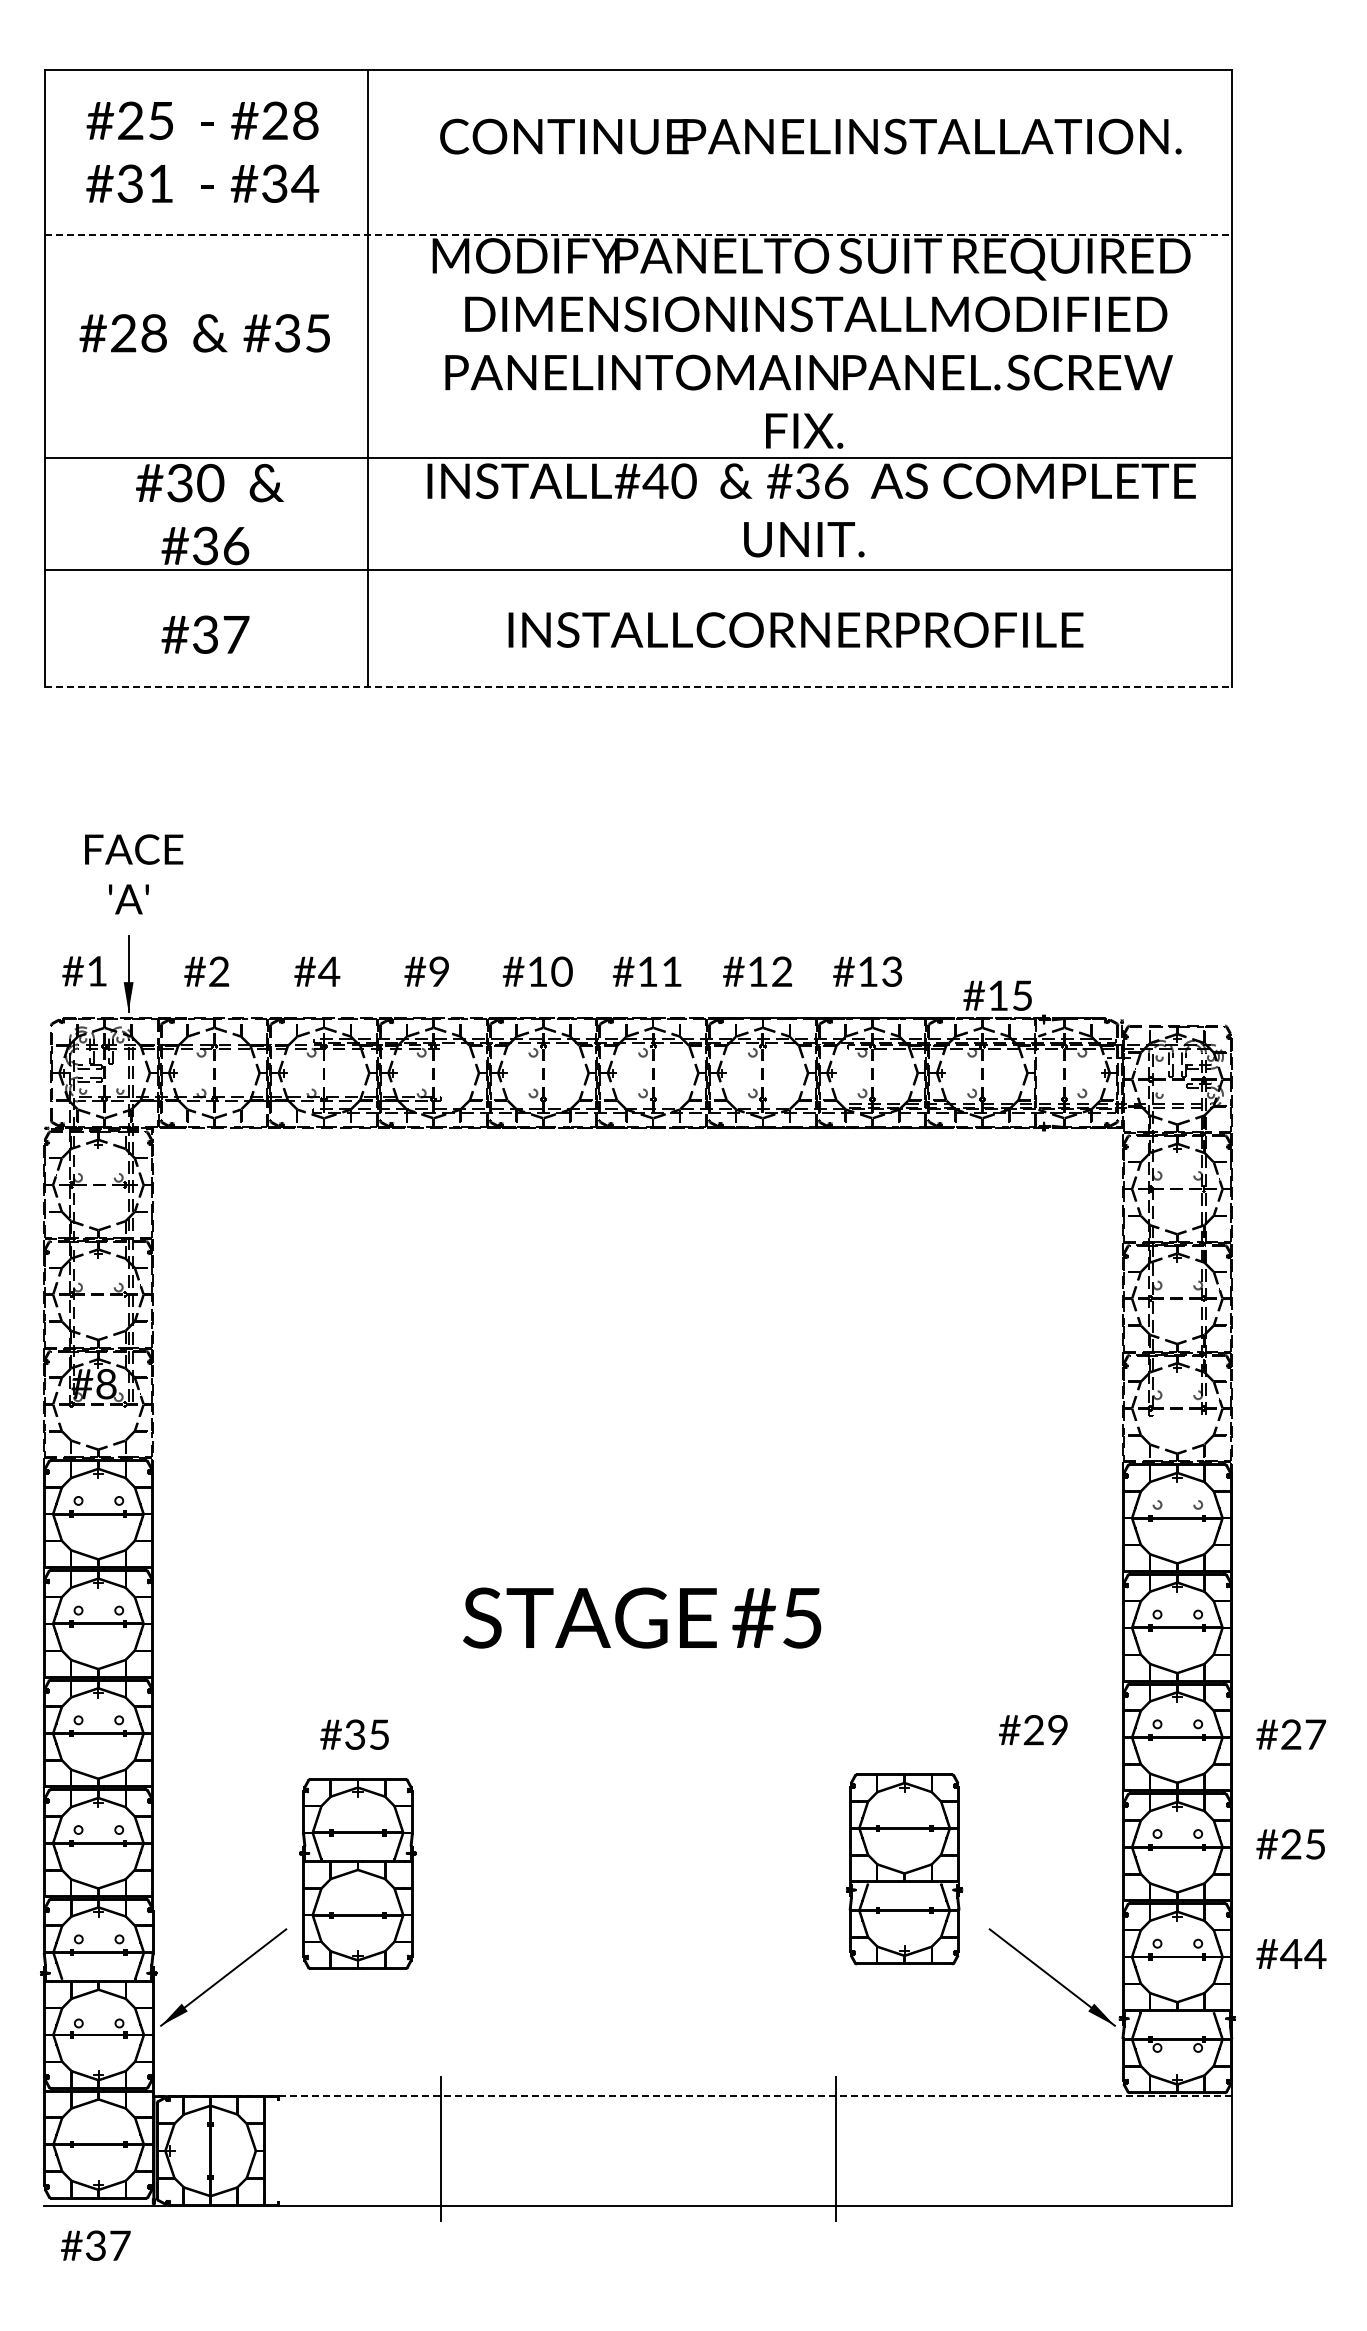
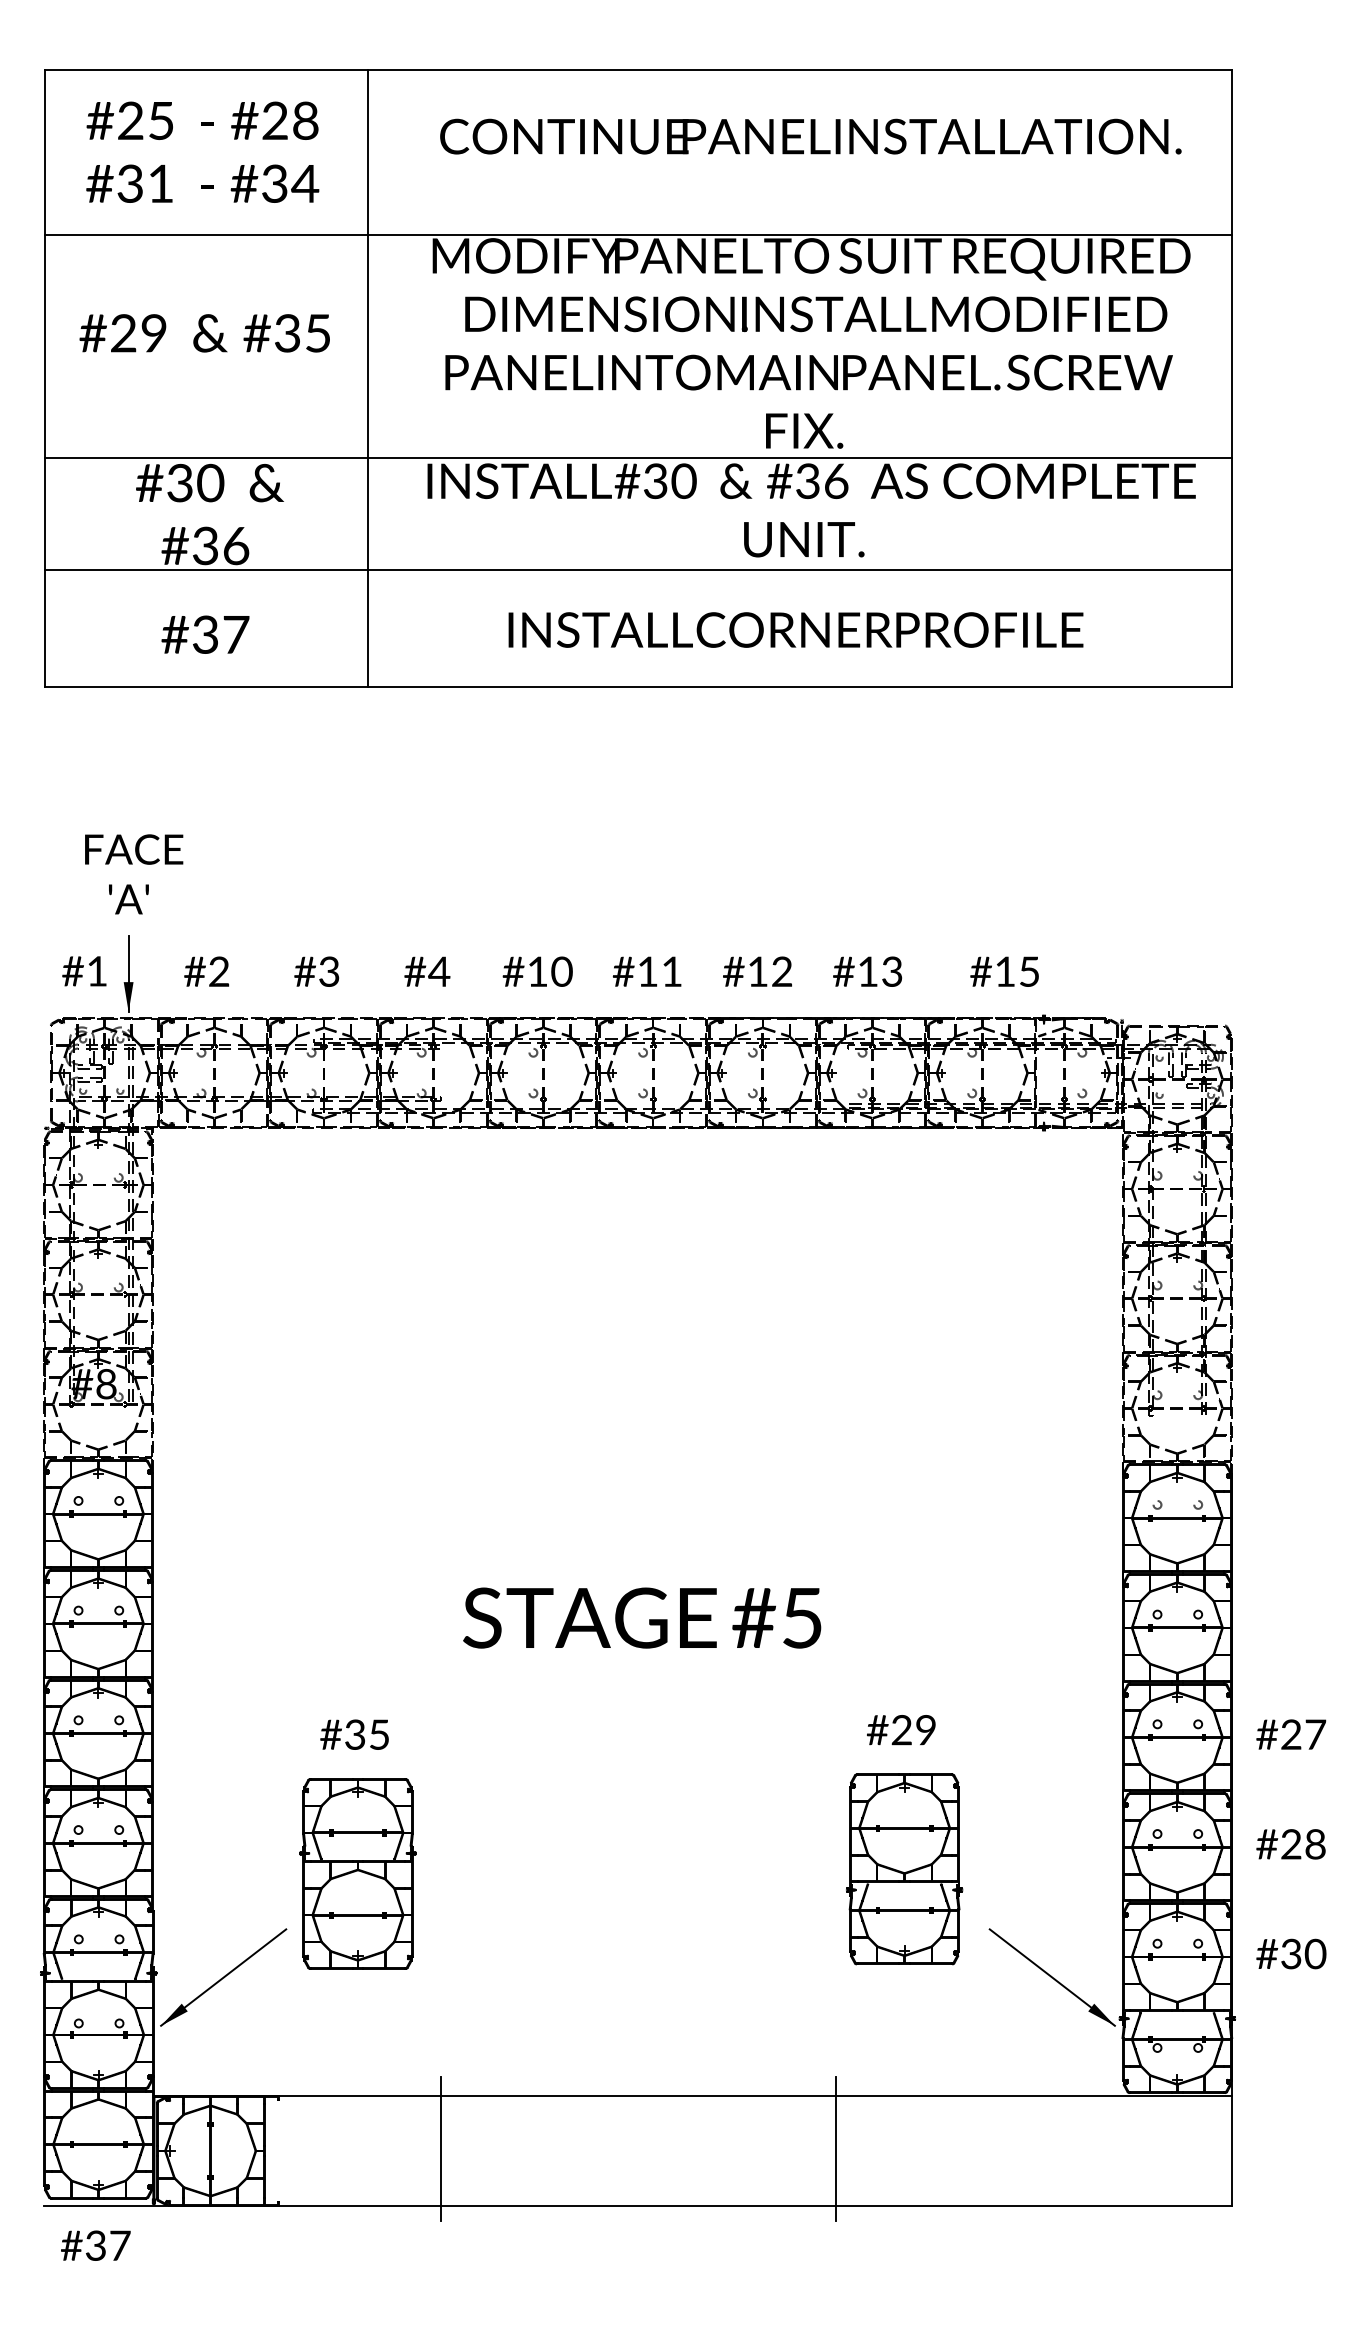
line at (638, 234): dashed -> solid
text at (153, 334): #28 -> #29
text at (655, 481): #40 -> #30
line at (638, 687): dashed -> solid
text at (328, 971): #4 -> #3
text at (439, 971): #9 -> #4
text at (997, 995) position: (997, 995) -> (1004, 971)
text at (1033, 1730) position: (1033, 1730) -> (901, 1730)
text at (1315, 1844): #25 -> #28
text at (1303, 1953): #44 -> #30
line at (692, 2096): dashed -> solid
